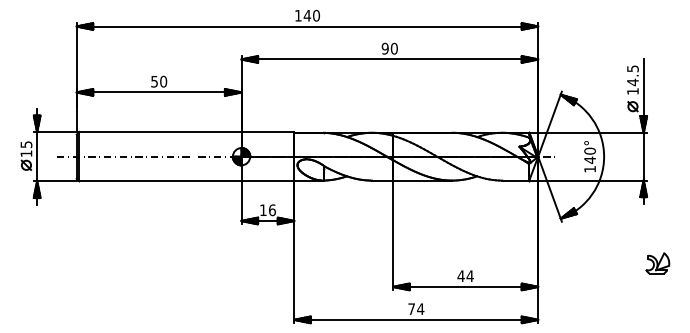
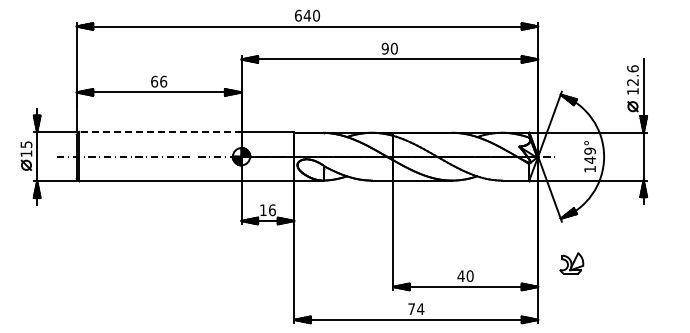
text at (298, 15): 140 -> 640
text at (632, 75): 14.5 -> 12.6
text at (159, 81): 50 -> 66
line at (159, 131): solid -> dashed
text at (589, 150): 140° -> 149°
part at (657, 263) position: (657, 263) -> (571, 263)
text at (469, 276): 44 -> 40
